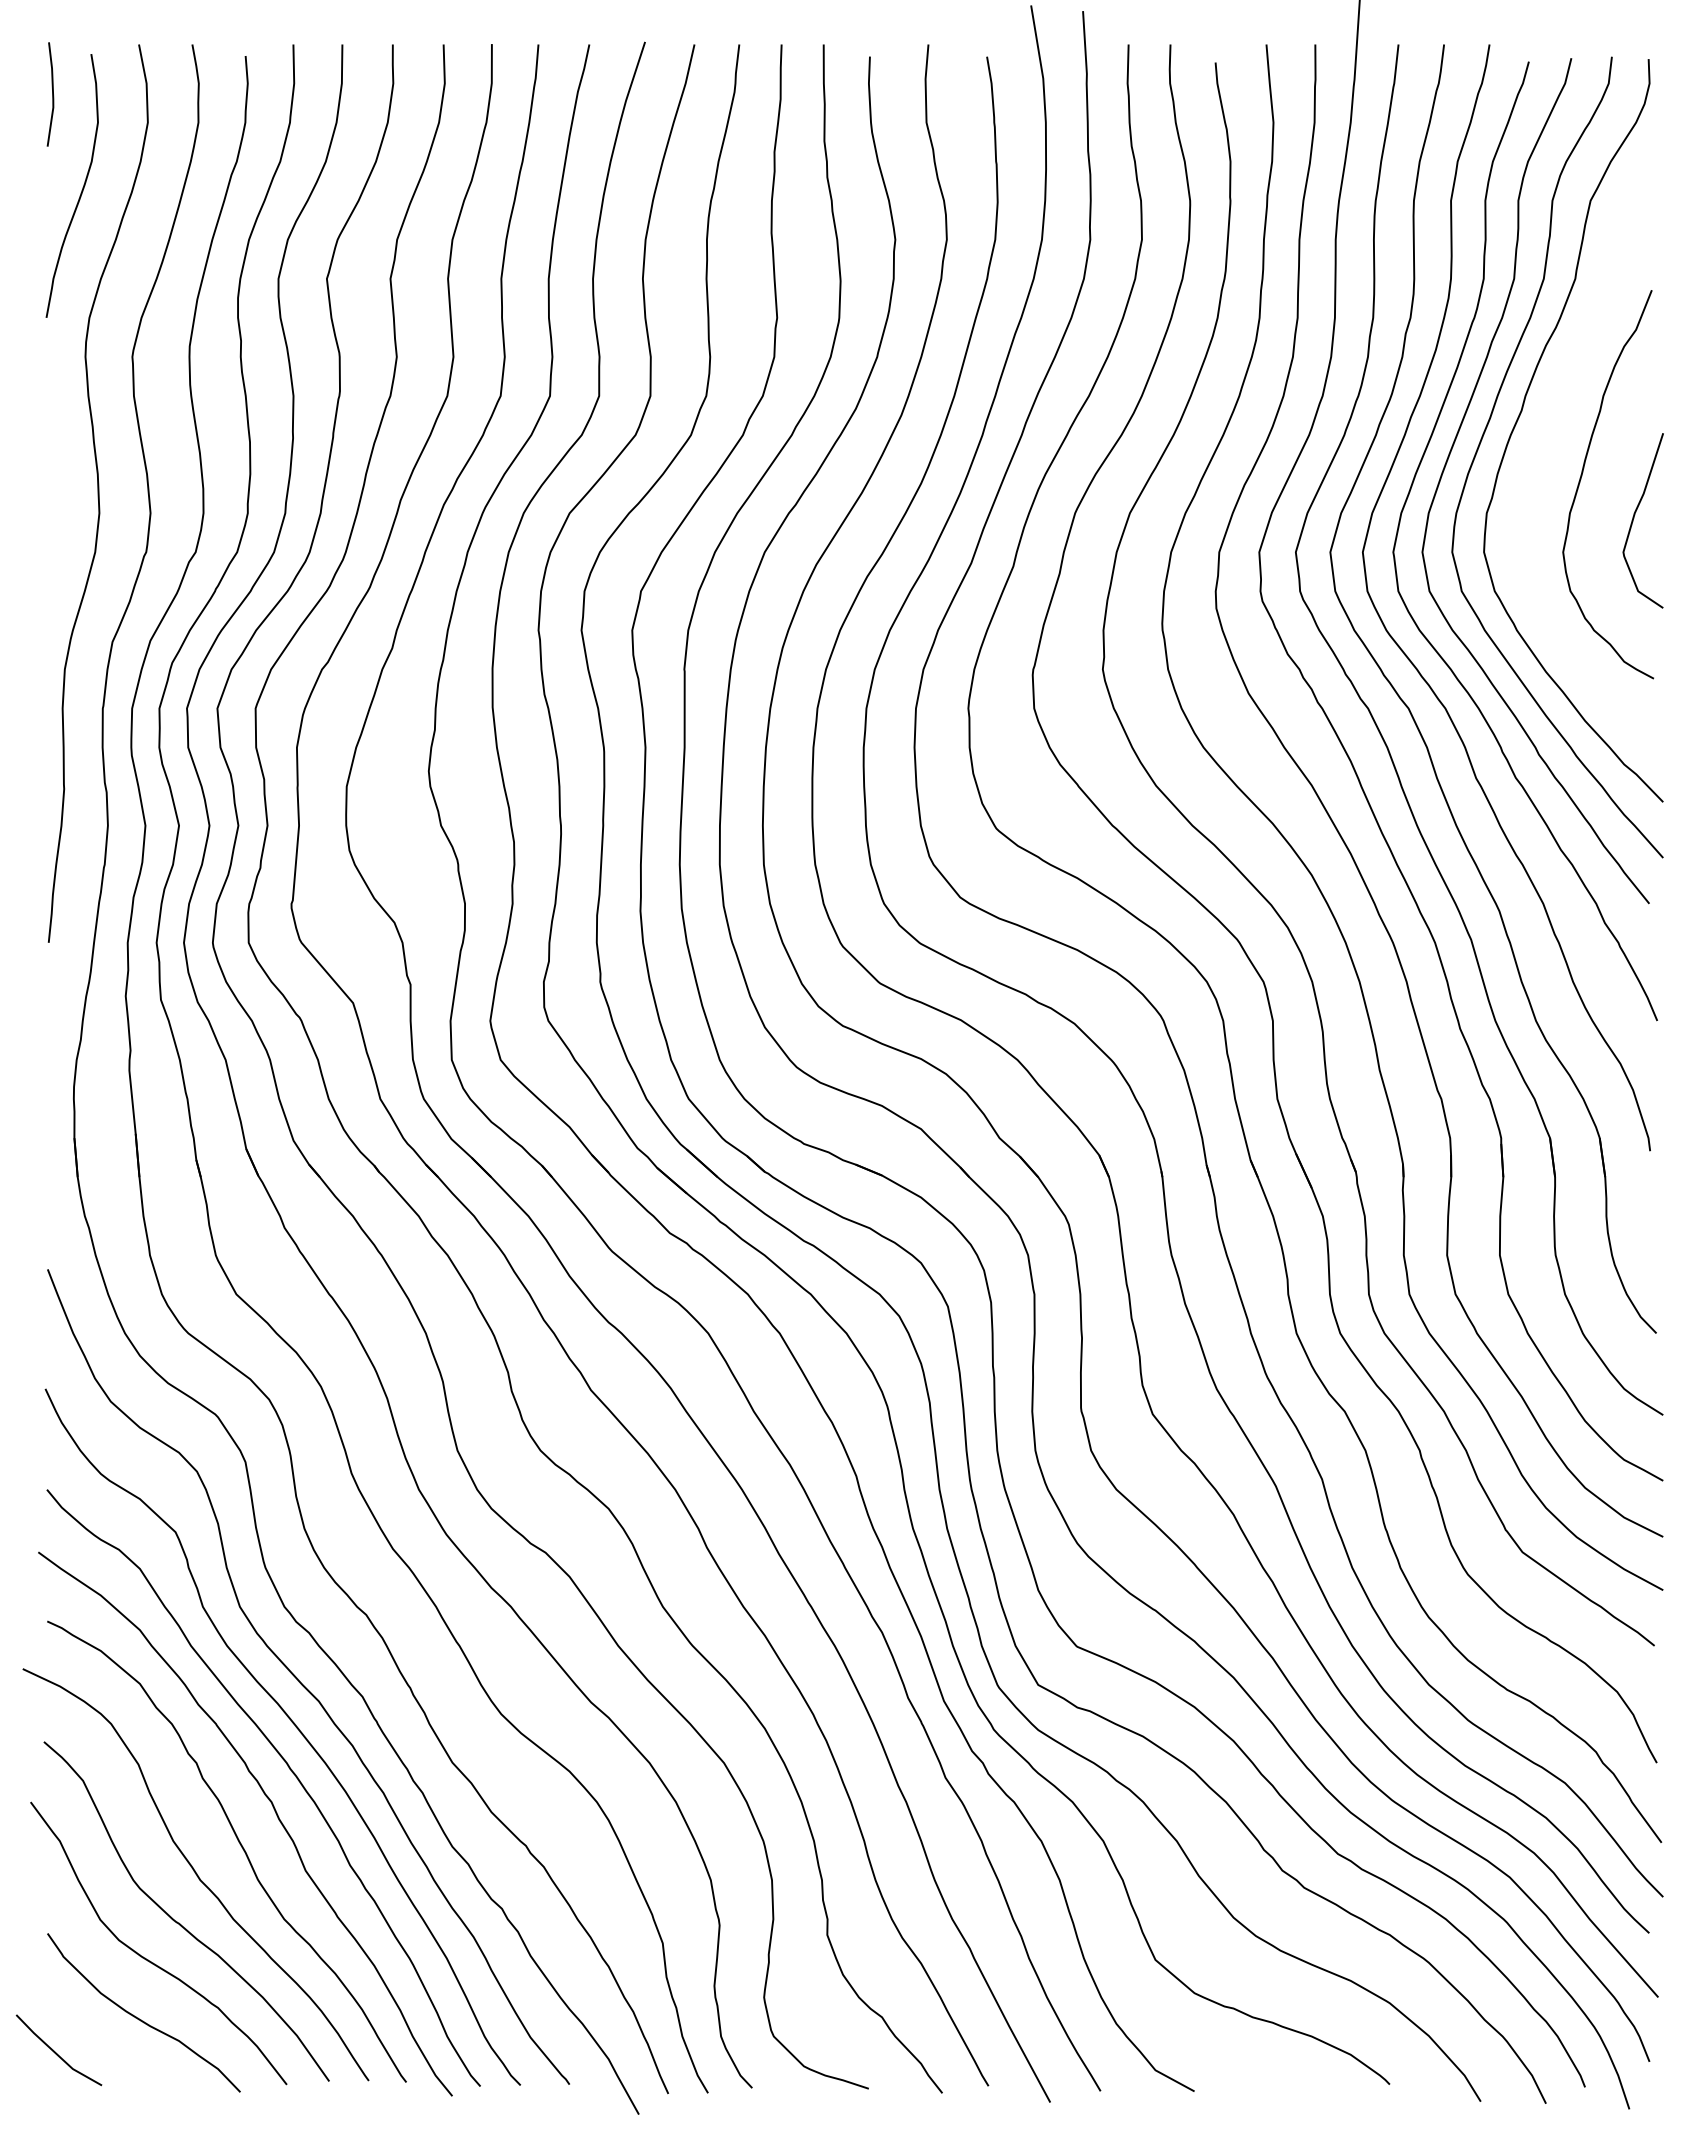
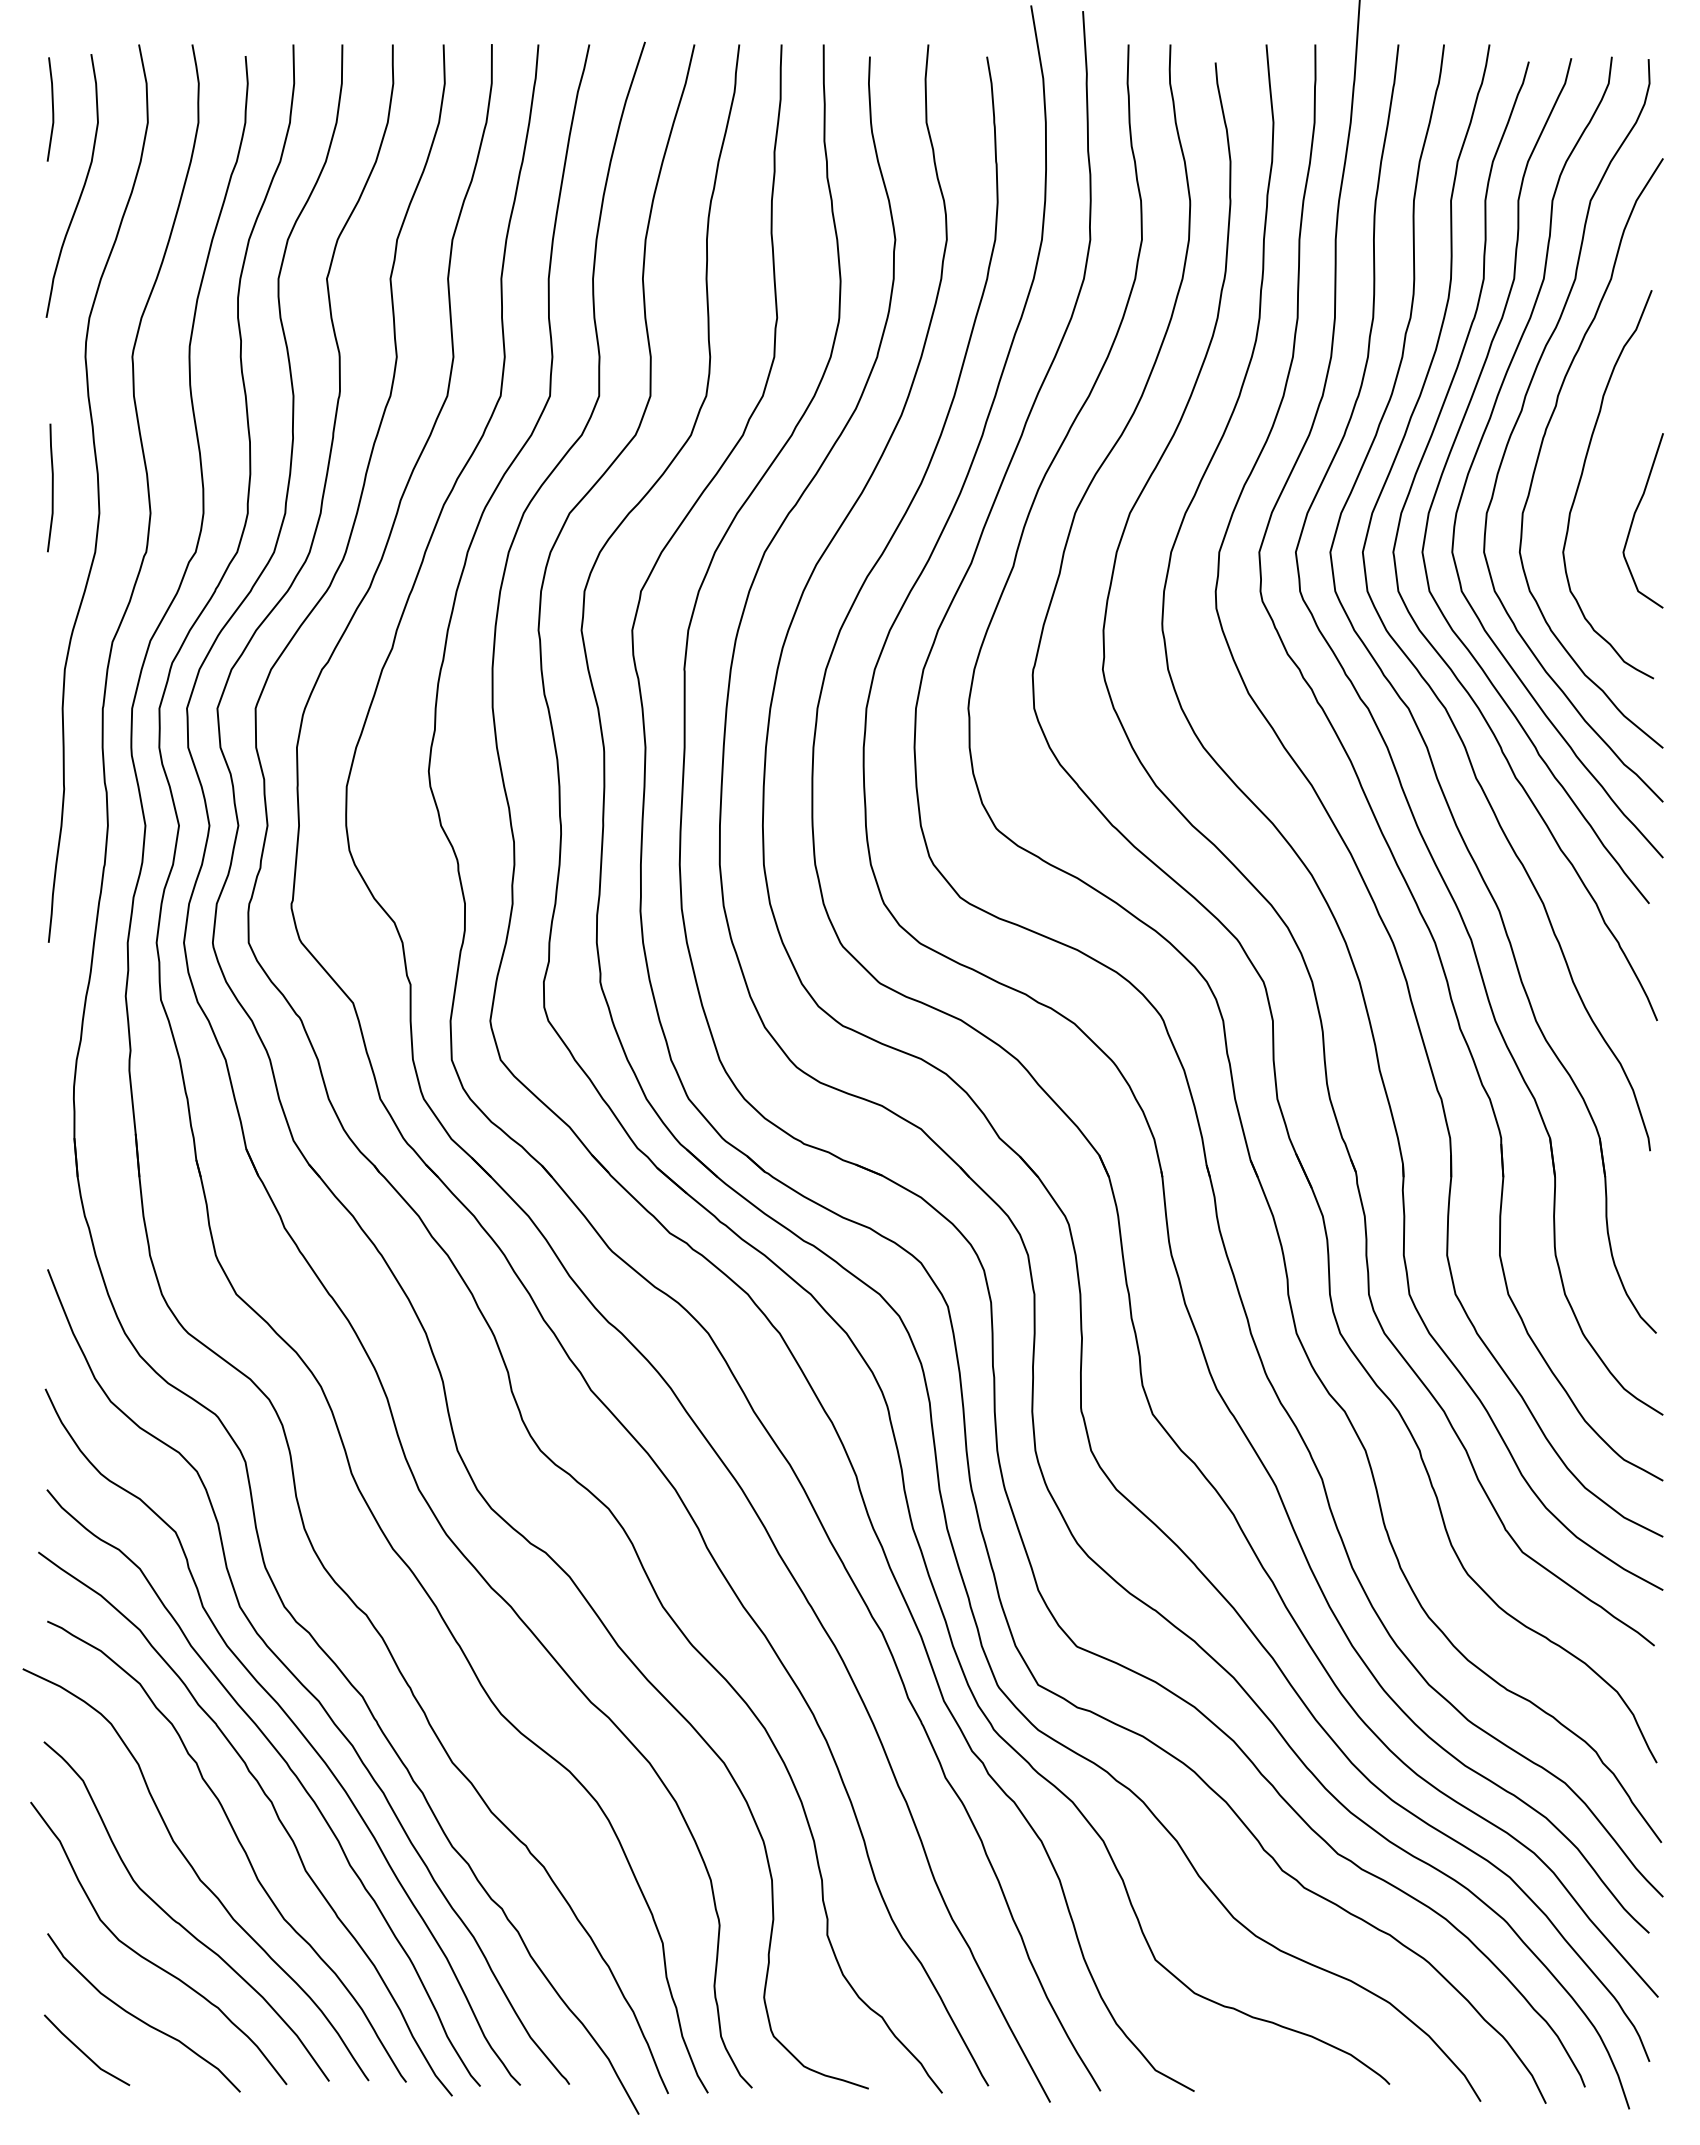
line at (52, 94) position: (52, 94) -> (52, 109)
curve at (1544, 438): none -> present
line at (51, 487): none -> present
line at (56, 2052) position: (56, 2052) -> (84, 2052)
